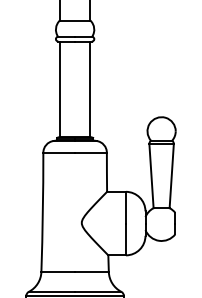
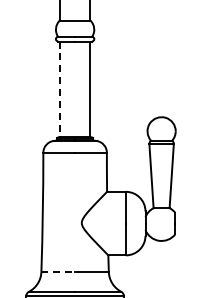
line at (59, 89): solid -> dashed
line at (58, 271): solid -> dashed
